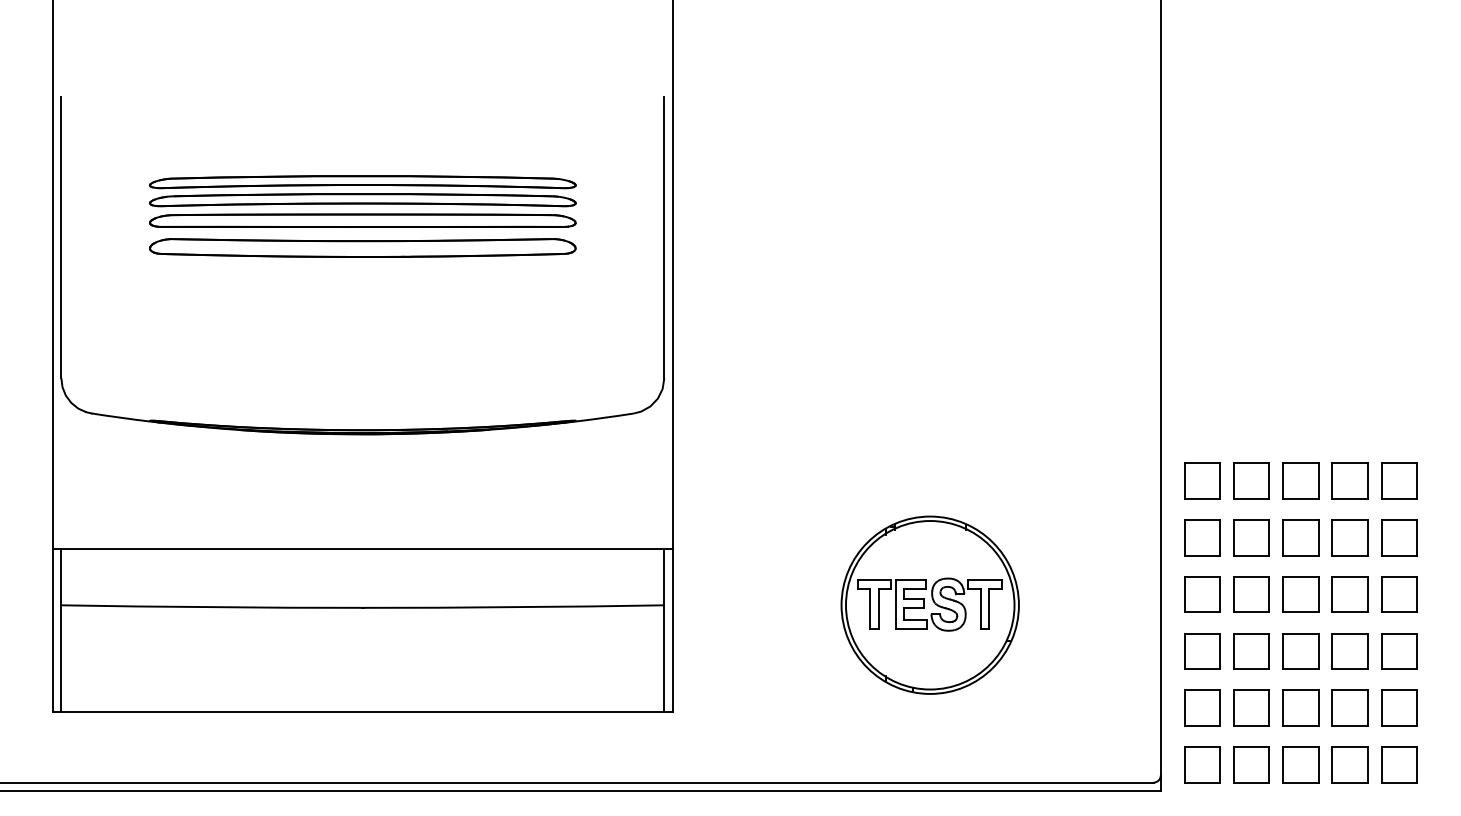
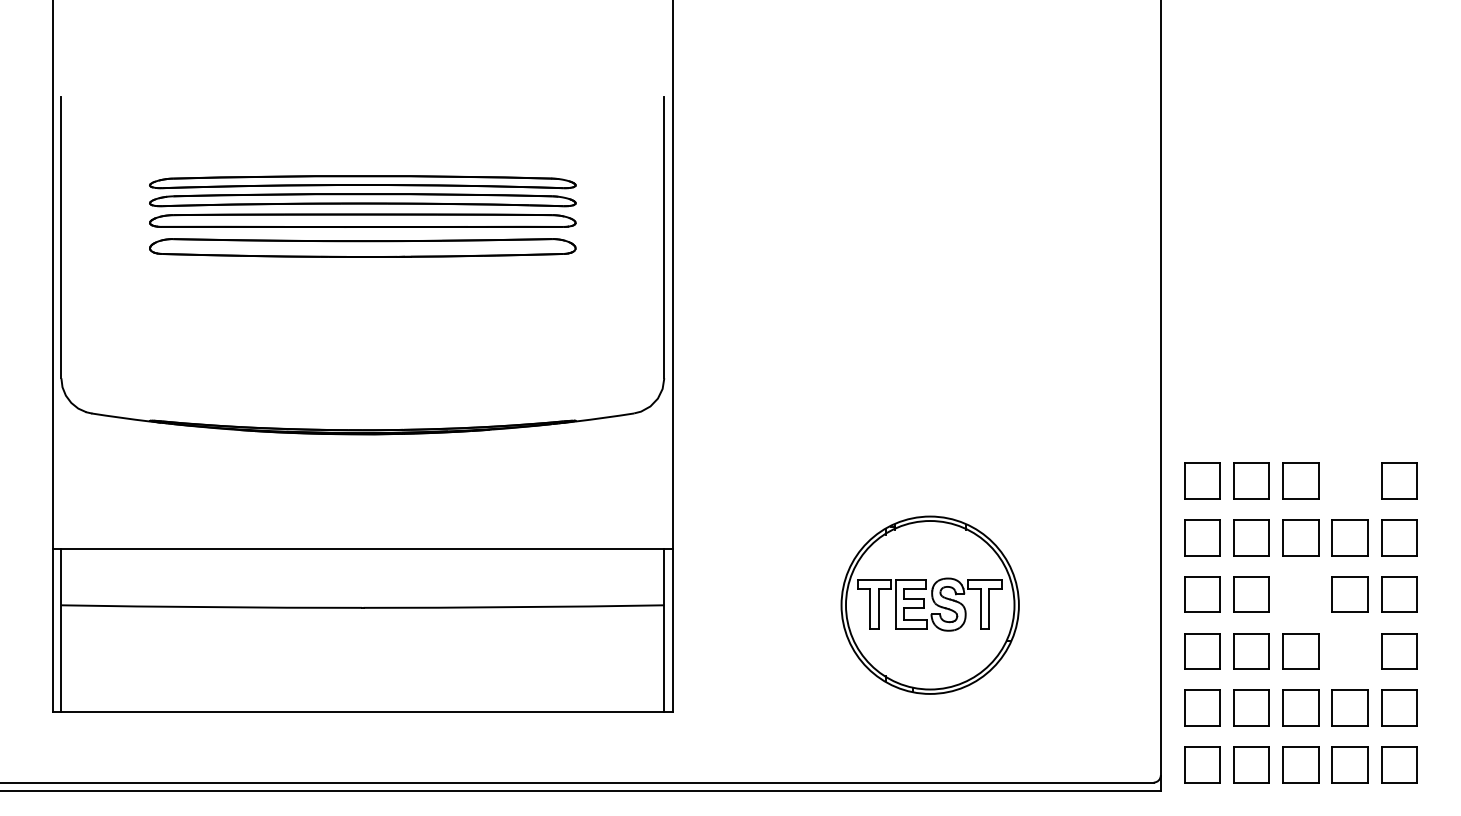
part at (1349, 480): present -> none
part at (1300, 594): present -> none
part at (1349, 651): present -> none
